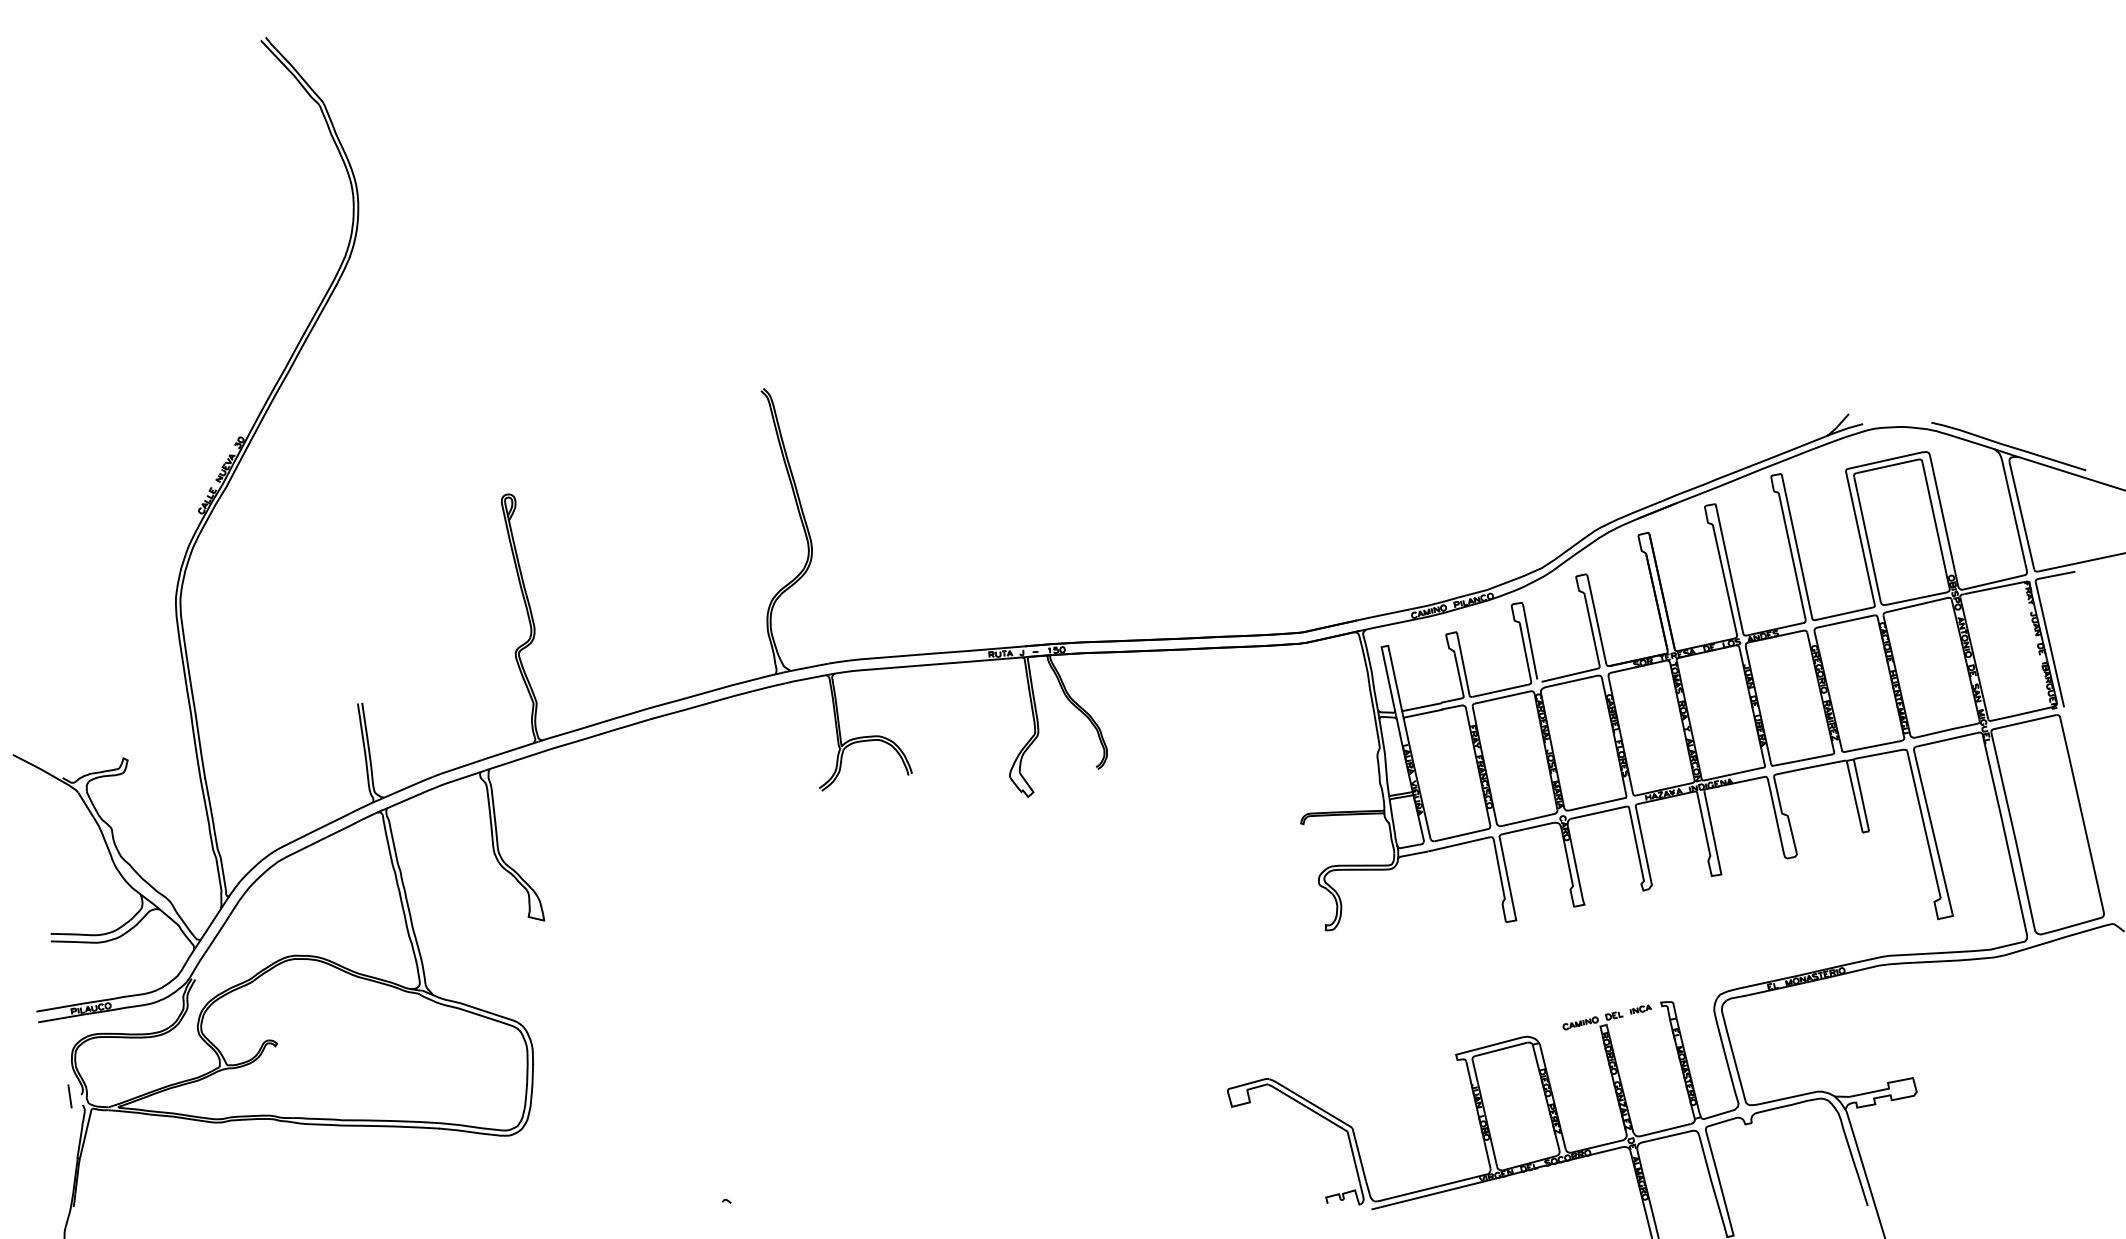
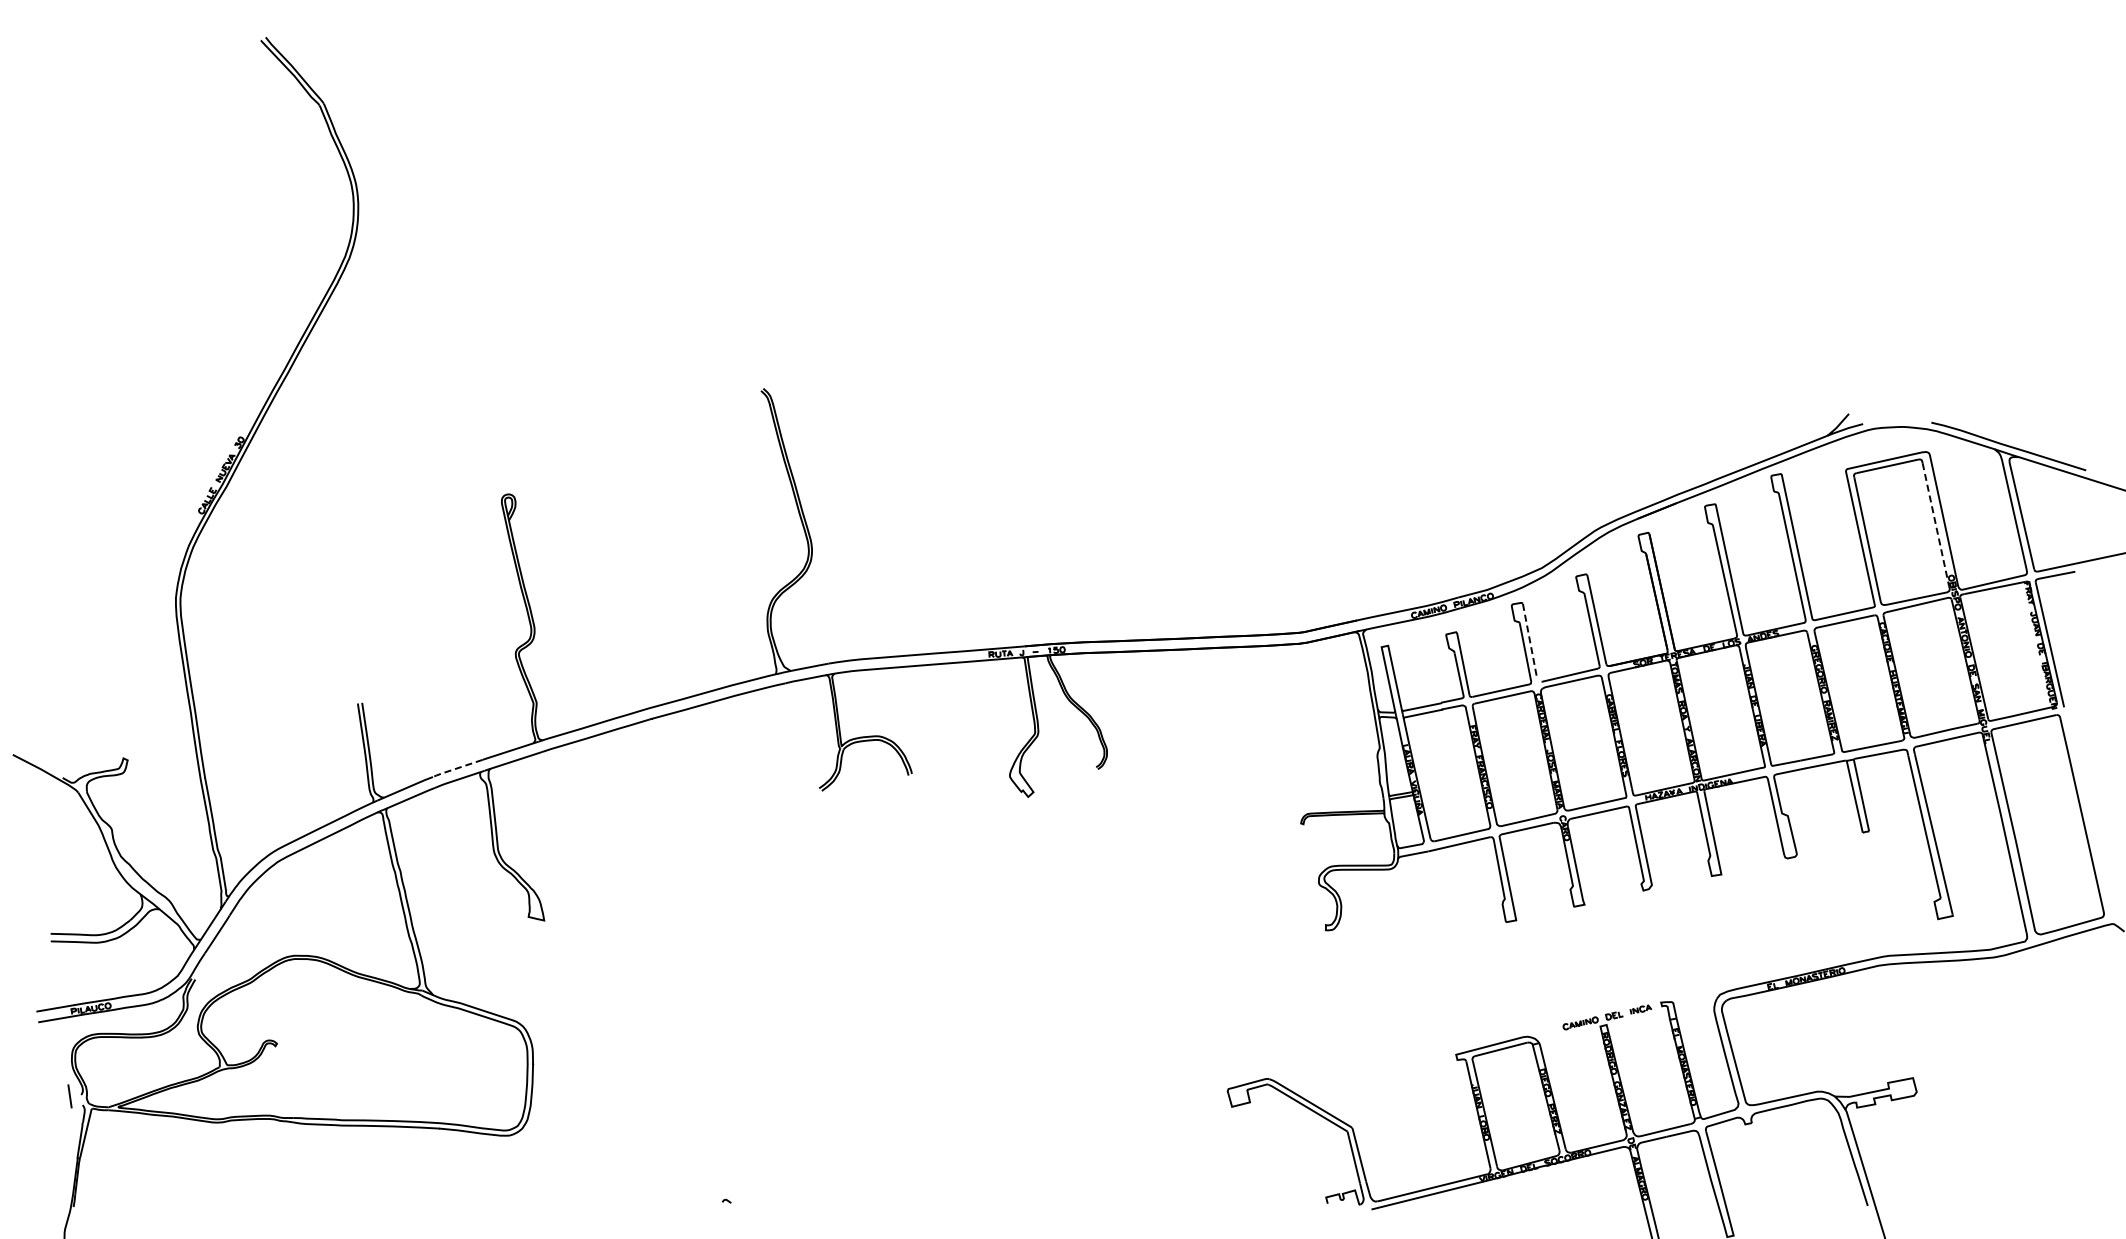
line at (1936, 525): solid -> dashed
line at (1530, 642): solid -> dashed
line at (456, 768): solid -> dashed
